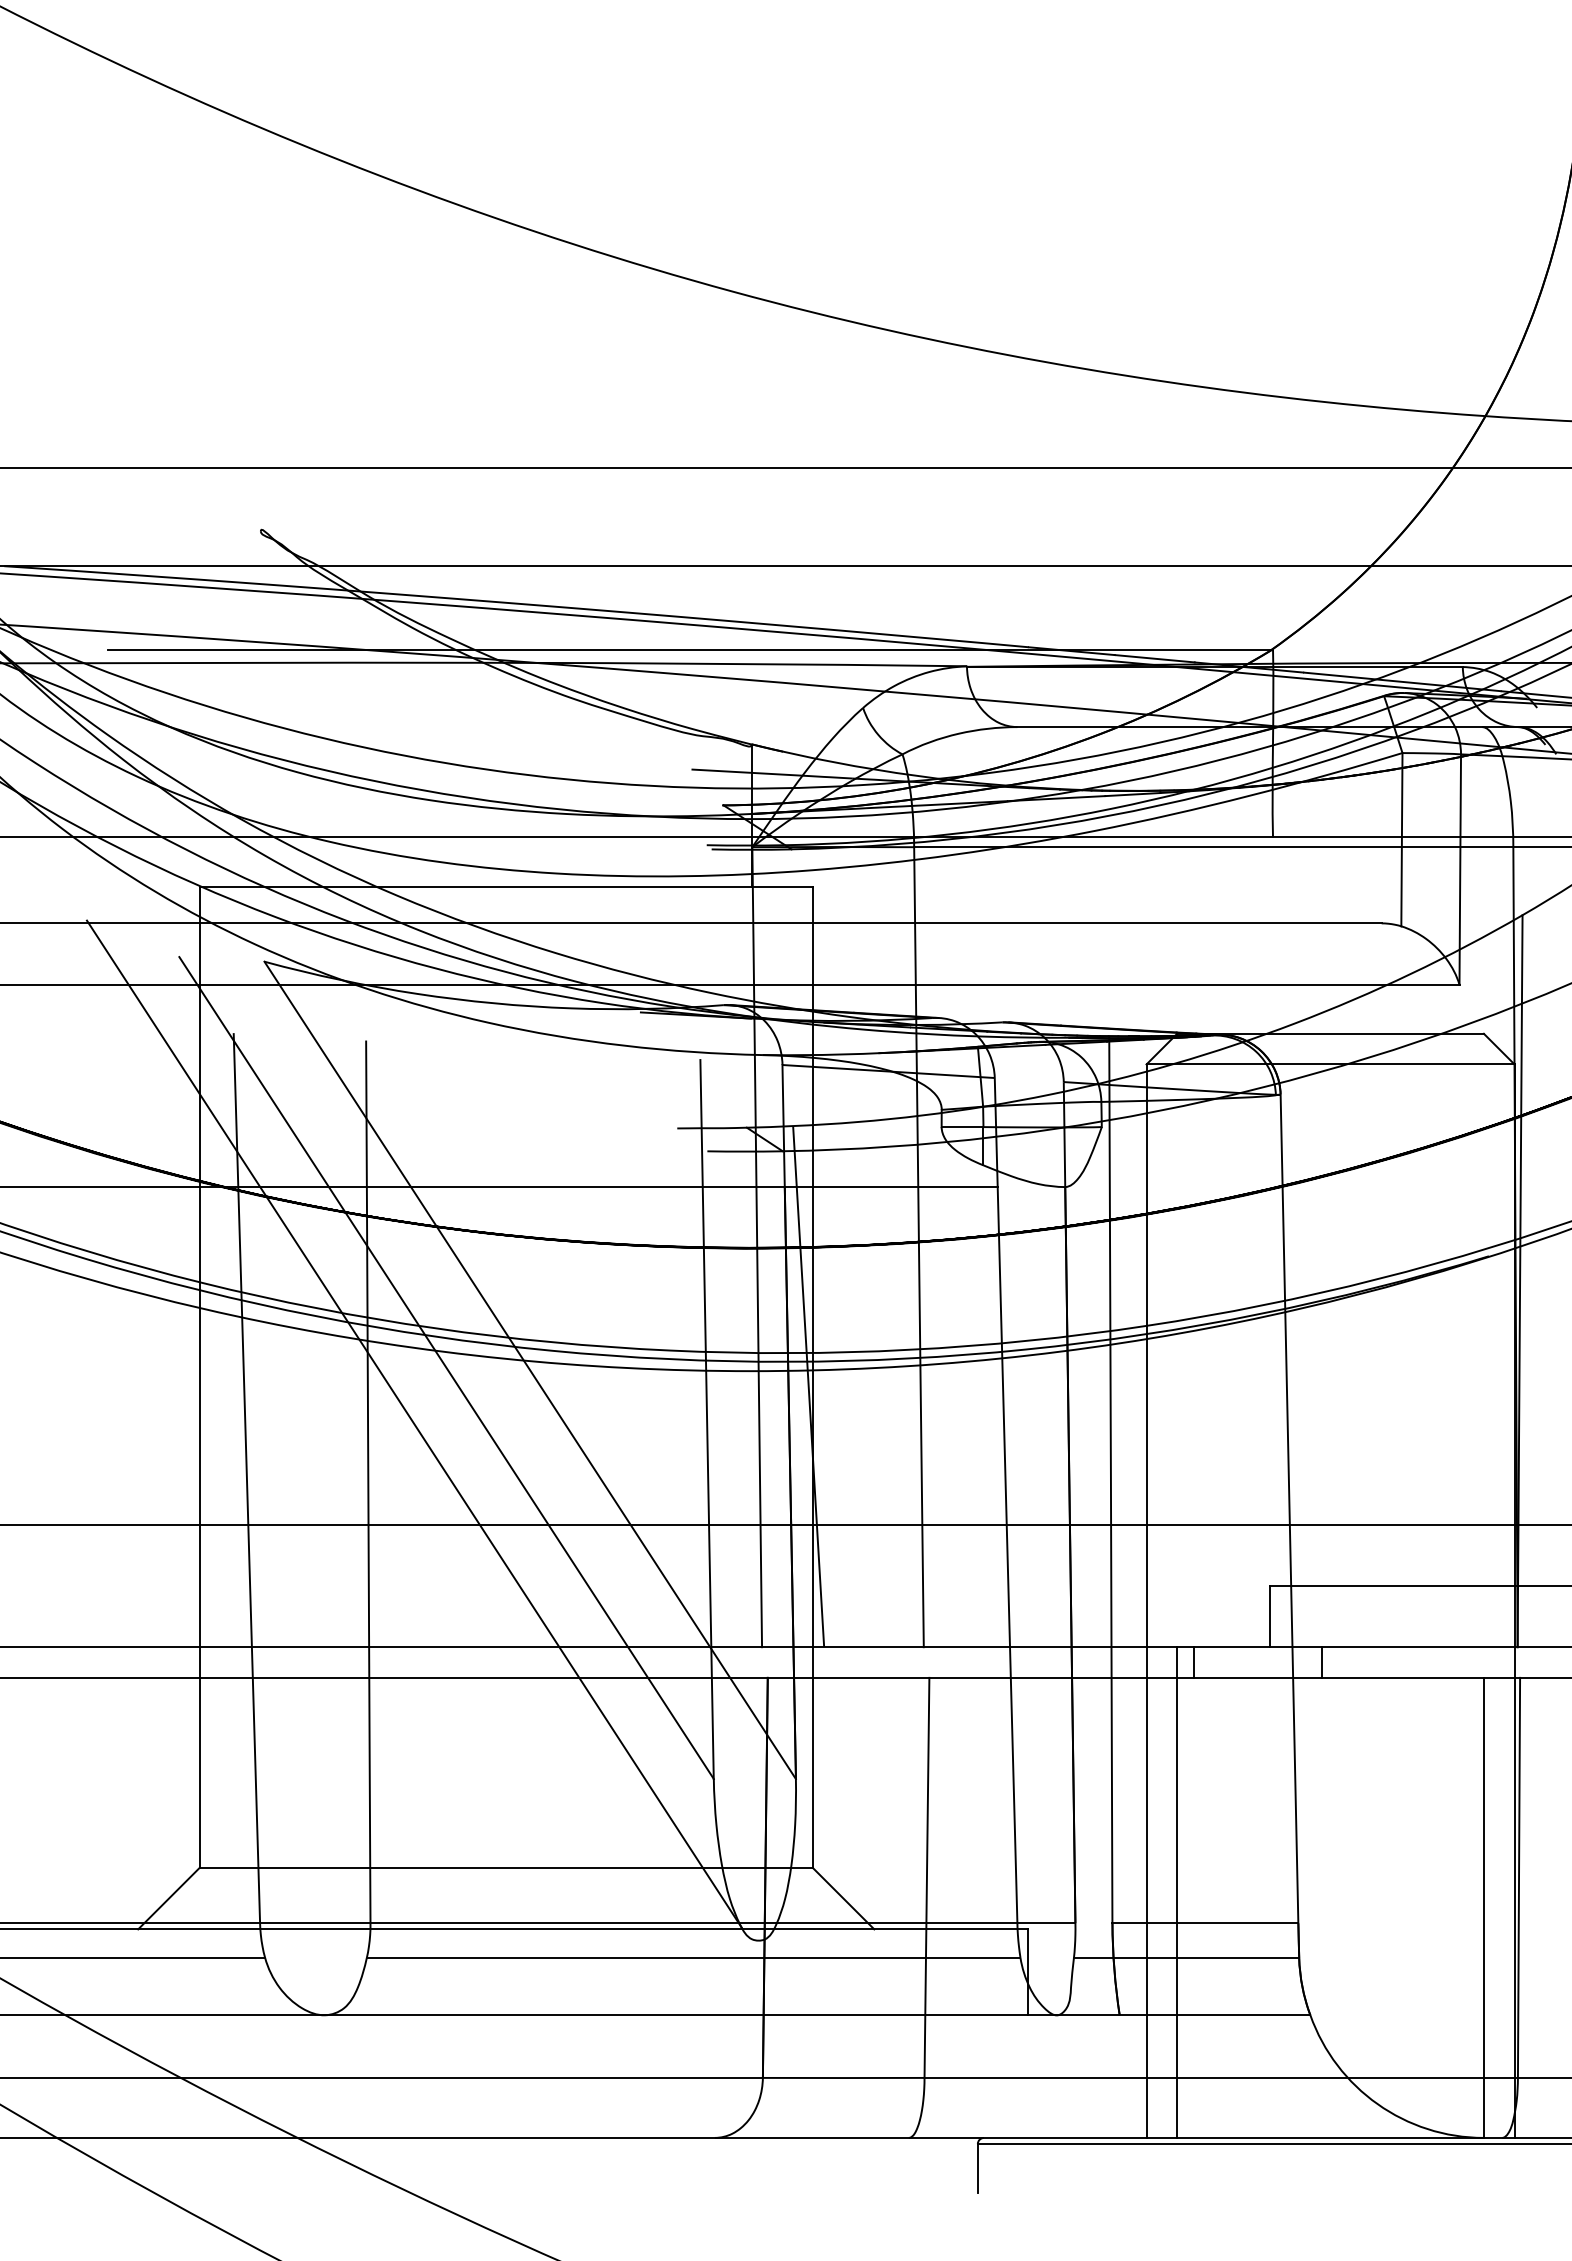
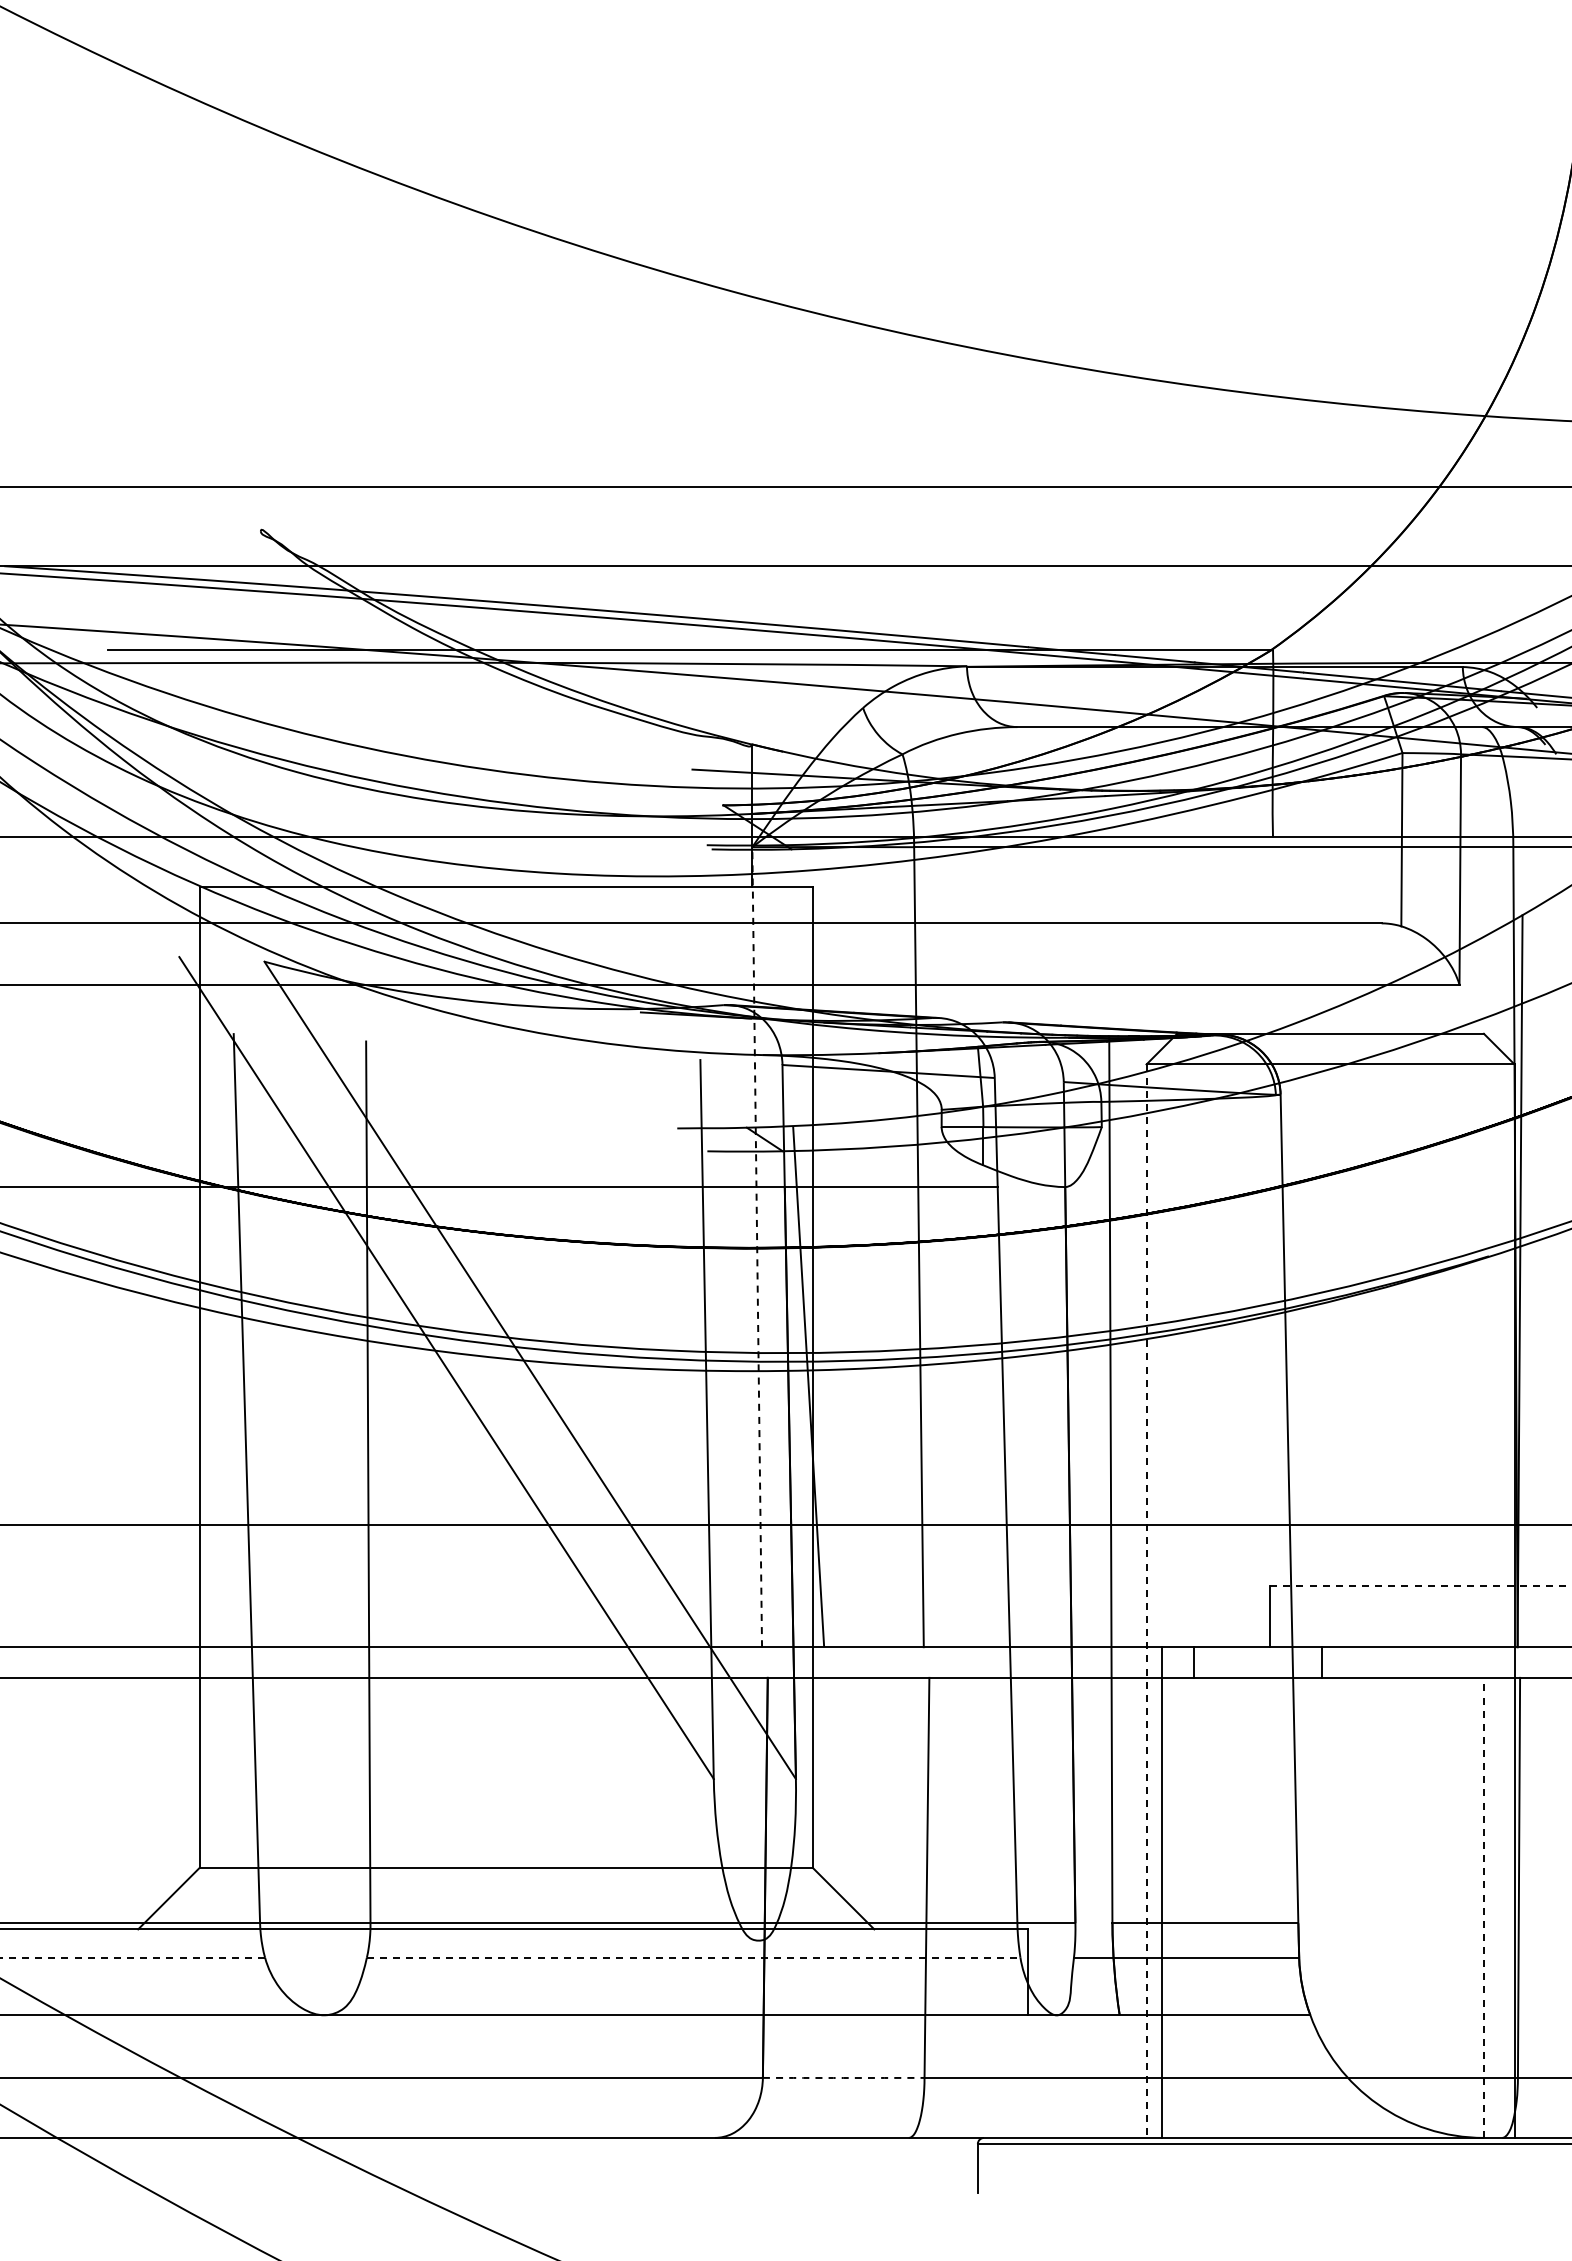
line at (785, 468) position: (785, 468) -> (785, 487)
line at (757, 1246): solid -> dashed
line at (414, 1424): present -> none
line at (1420, 1585): solid -> dashed
line at (1146, 1601): solid -> dashed
line at (1177, 1892) position: (1177, 1892) -> (1162, 1892)
line at (1483, 1907): solid -> dashed
line at (133, 1957): solid -> dashed
line at (693, 1957): solid -> dashed
arc at (843, 2078): solid -> dashed
